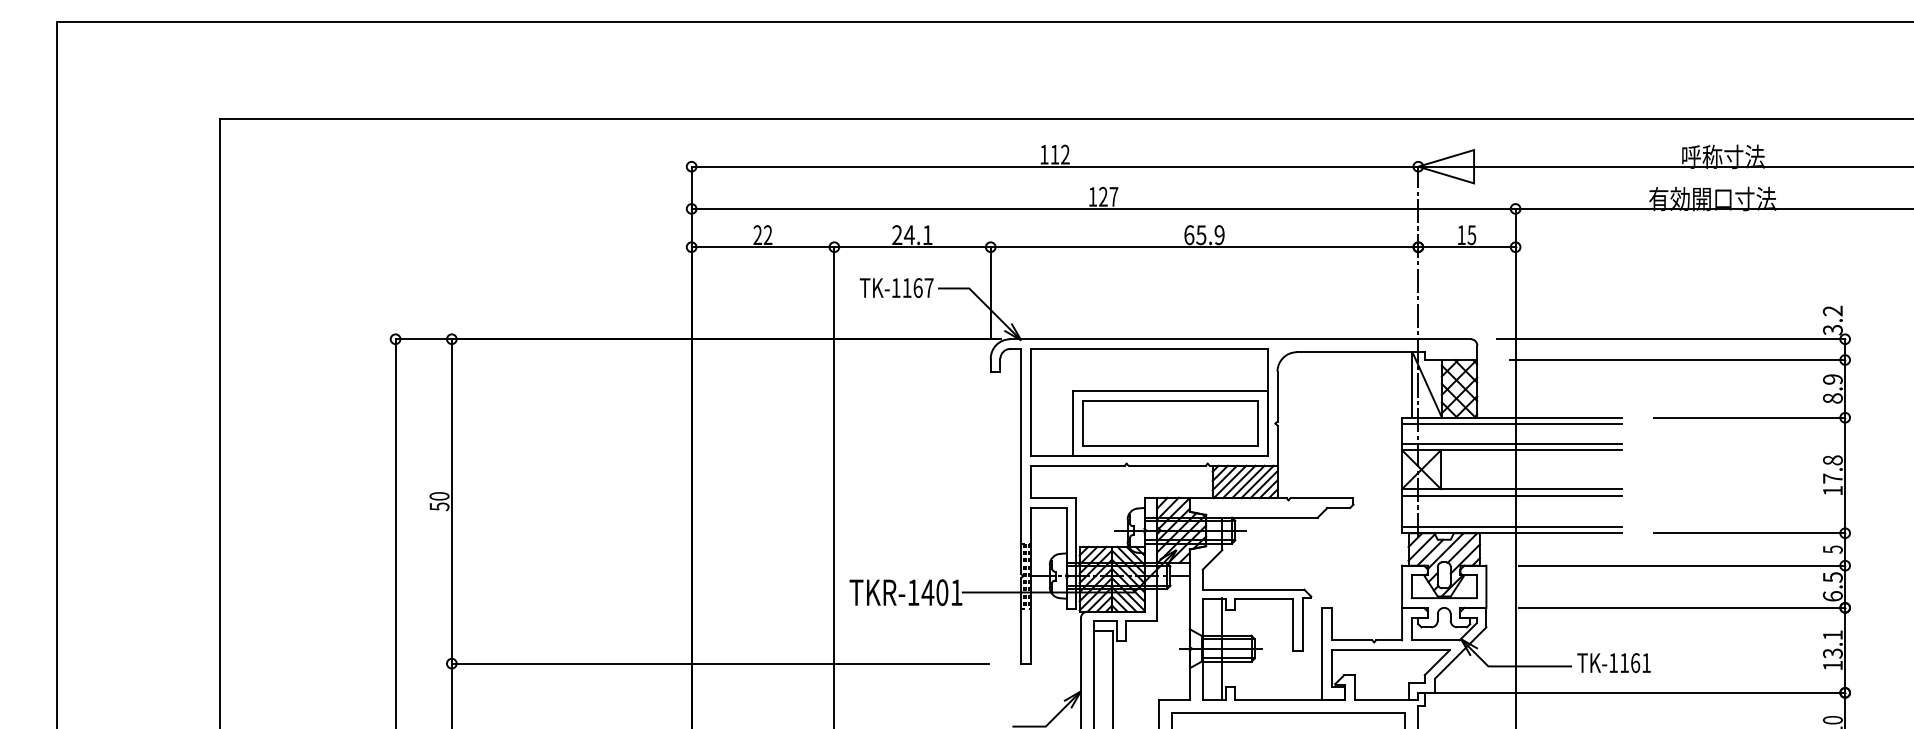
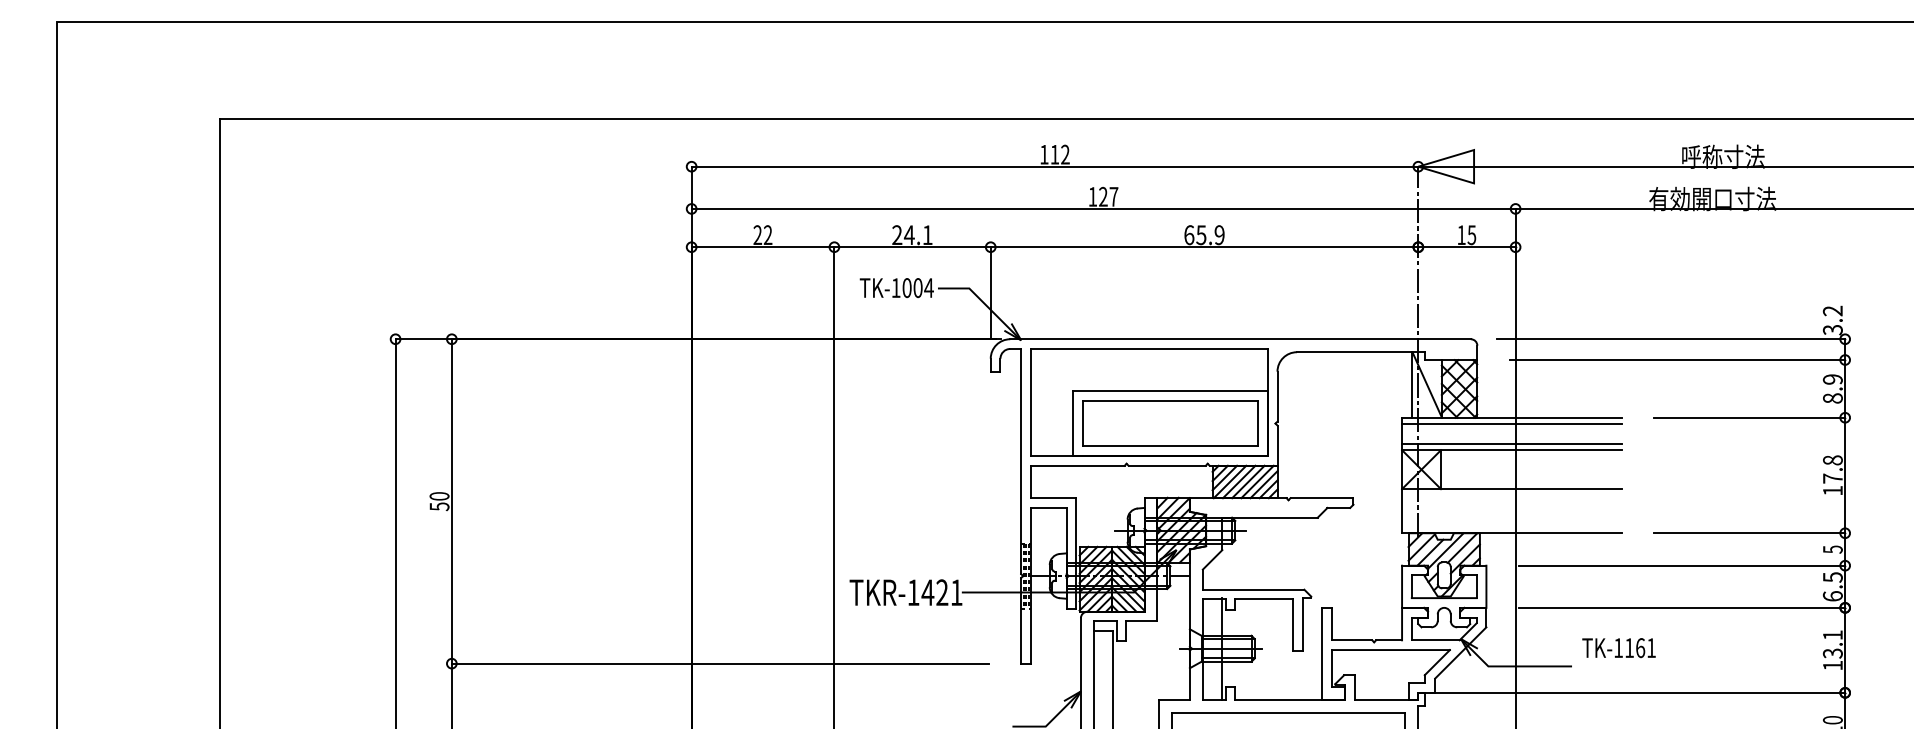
text at (917, 288): TK-1167 -> TK-1004
line at (1511, 495): present -> none
line at (1511, 526): present -> none
text at (942, 592): TKR-1401 -> TKR-1421
text at (1613, 663) position: (1613, 663) -> (1618, 648)
